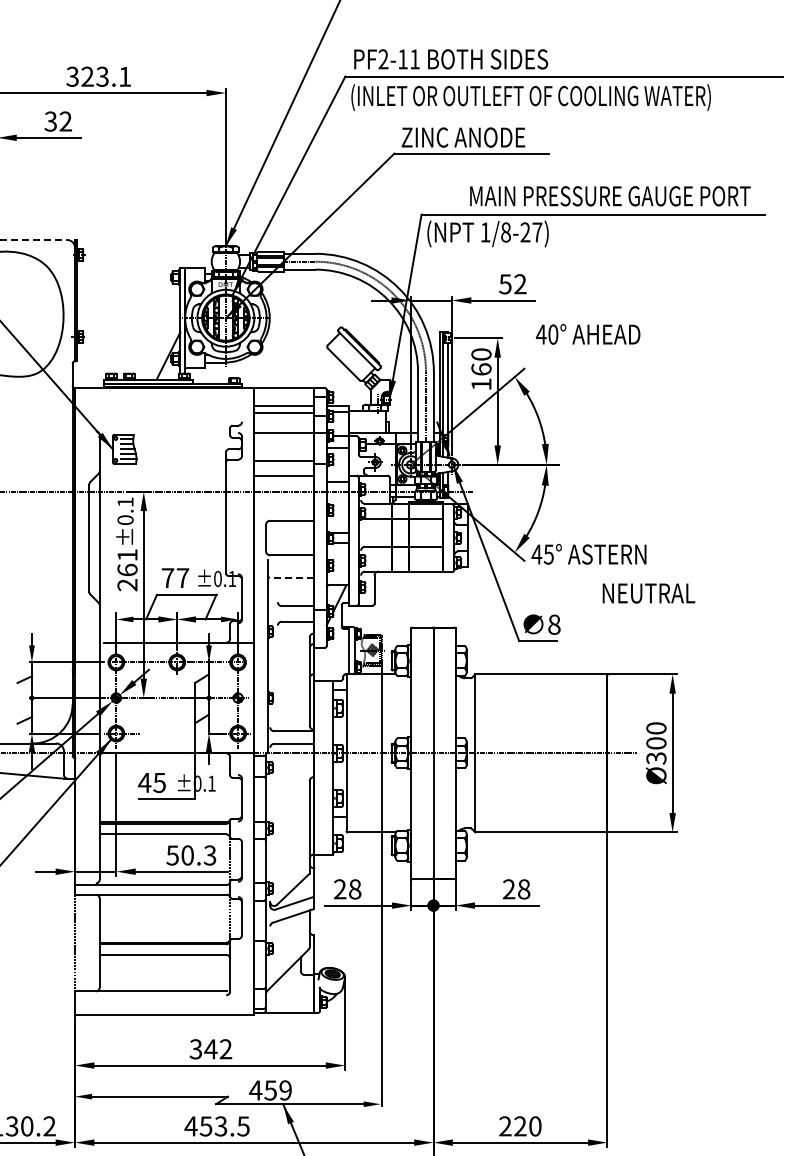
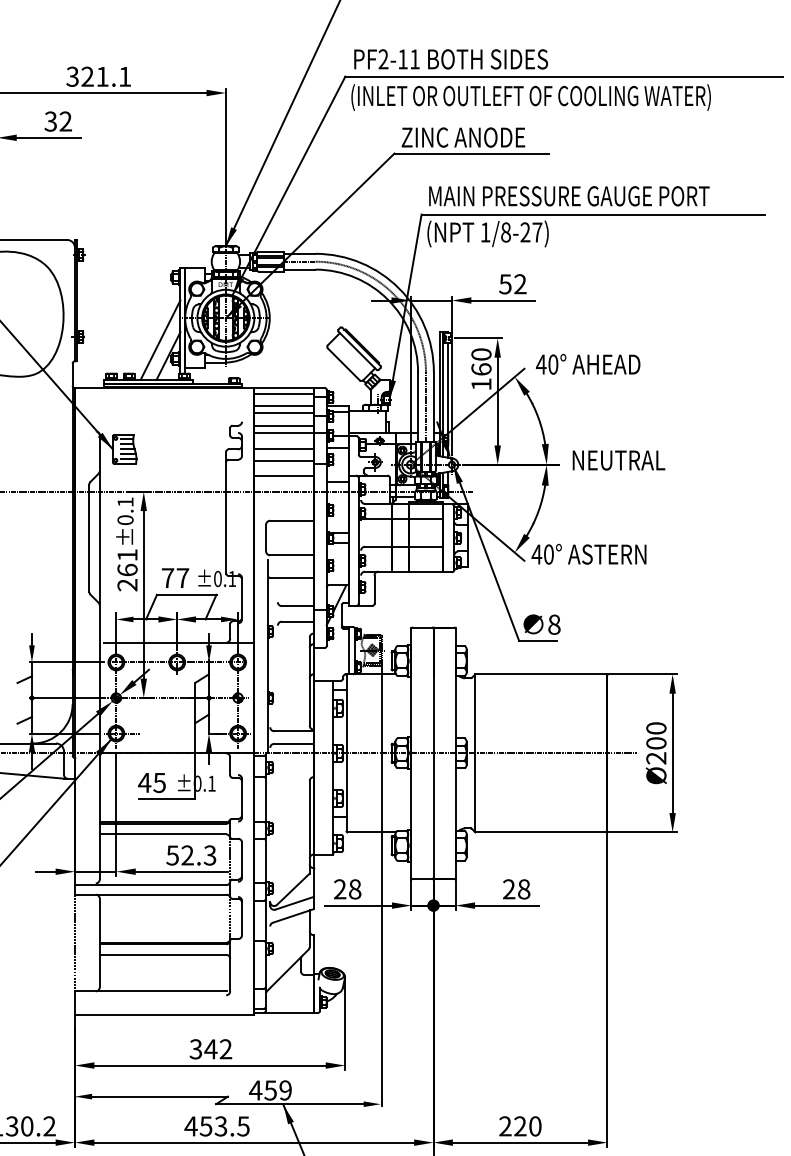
text at (102, 76): 323.1 -> 321.1
text at (610, 196) position: (610, 196) -> (569, 196)
line at (34, 239): dashed -> solid
text at (588, 334) position: (588, 334) -> (588, 364)
line at (160, 339): none -> present
line at (283, 394): none -> present
line at (283, 425): none -> present
line at (283, 449): none -> present
text at (548, 554): 45° -> 40°
line at (291, 577): dashed -> solid
text at (648, 593) position: (648, 593) -> (618, 460)
text at (656, 758): Ø300 -> Ø200
text at (187, 855): 50.3 -> 52.3
